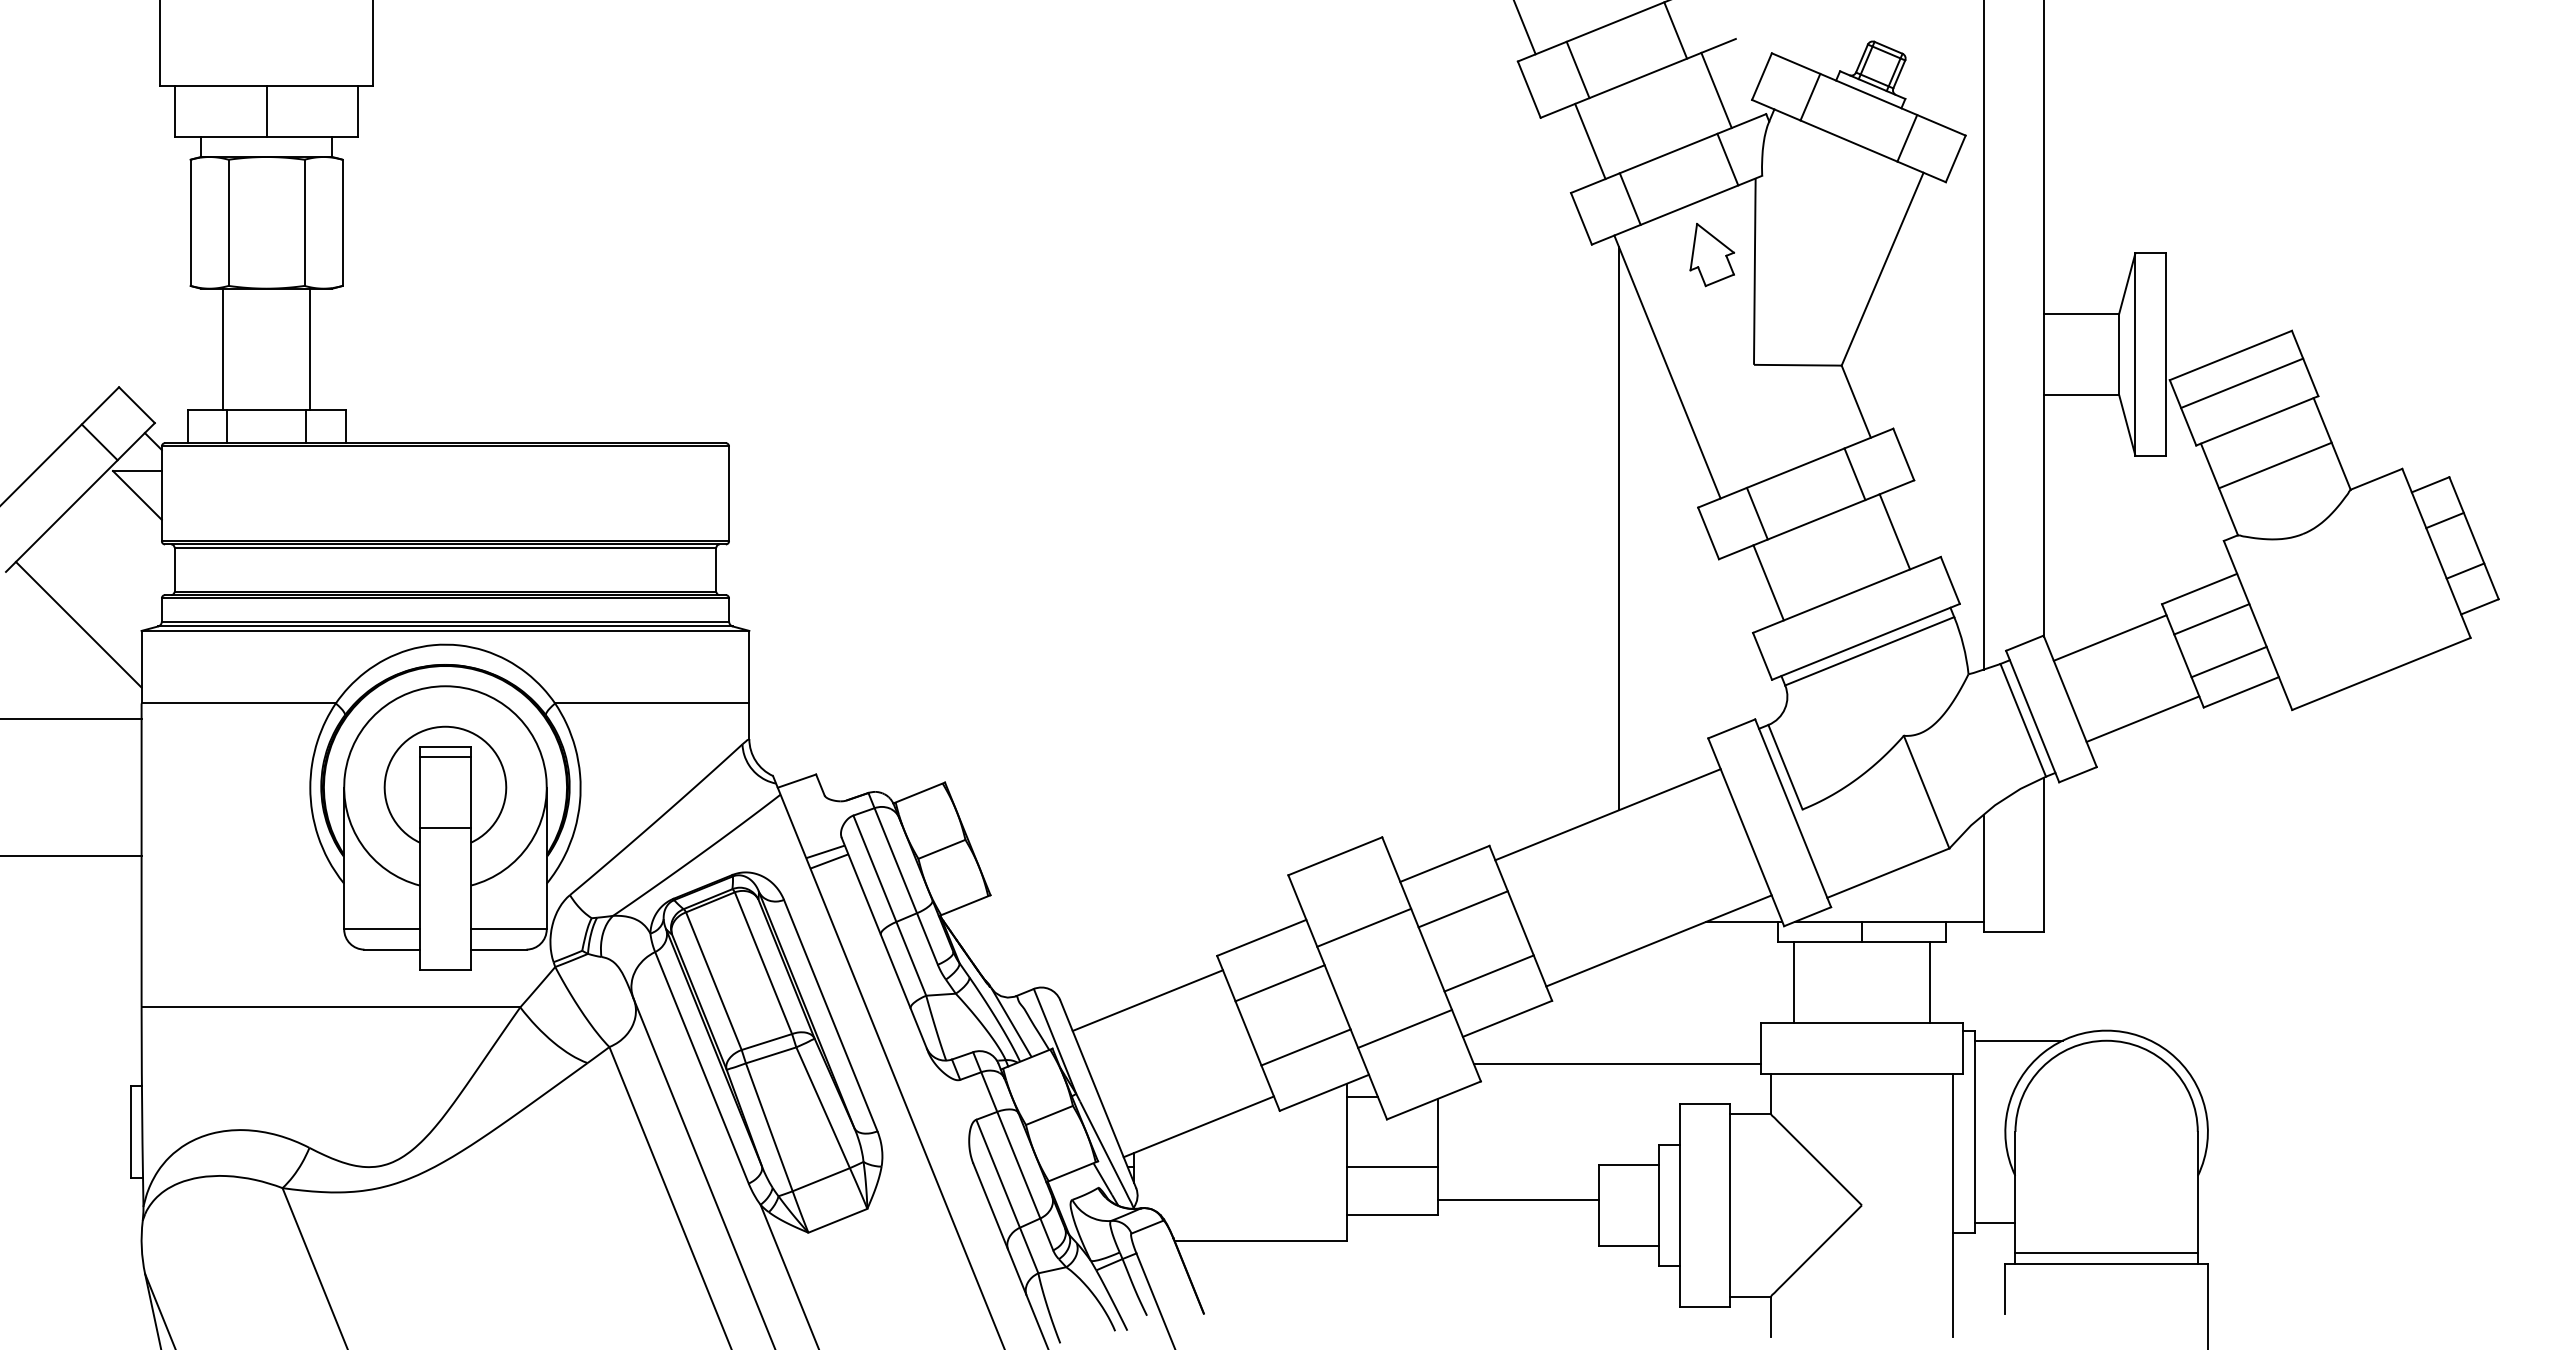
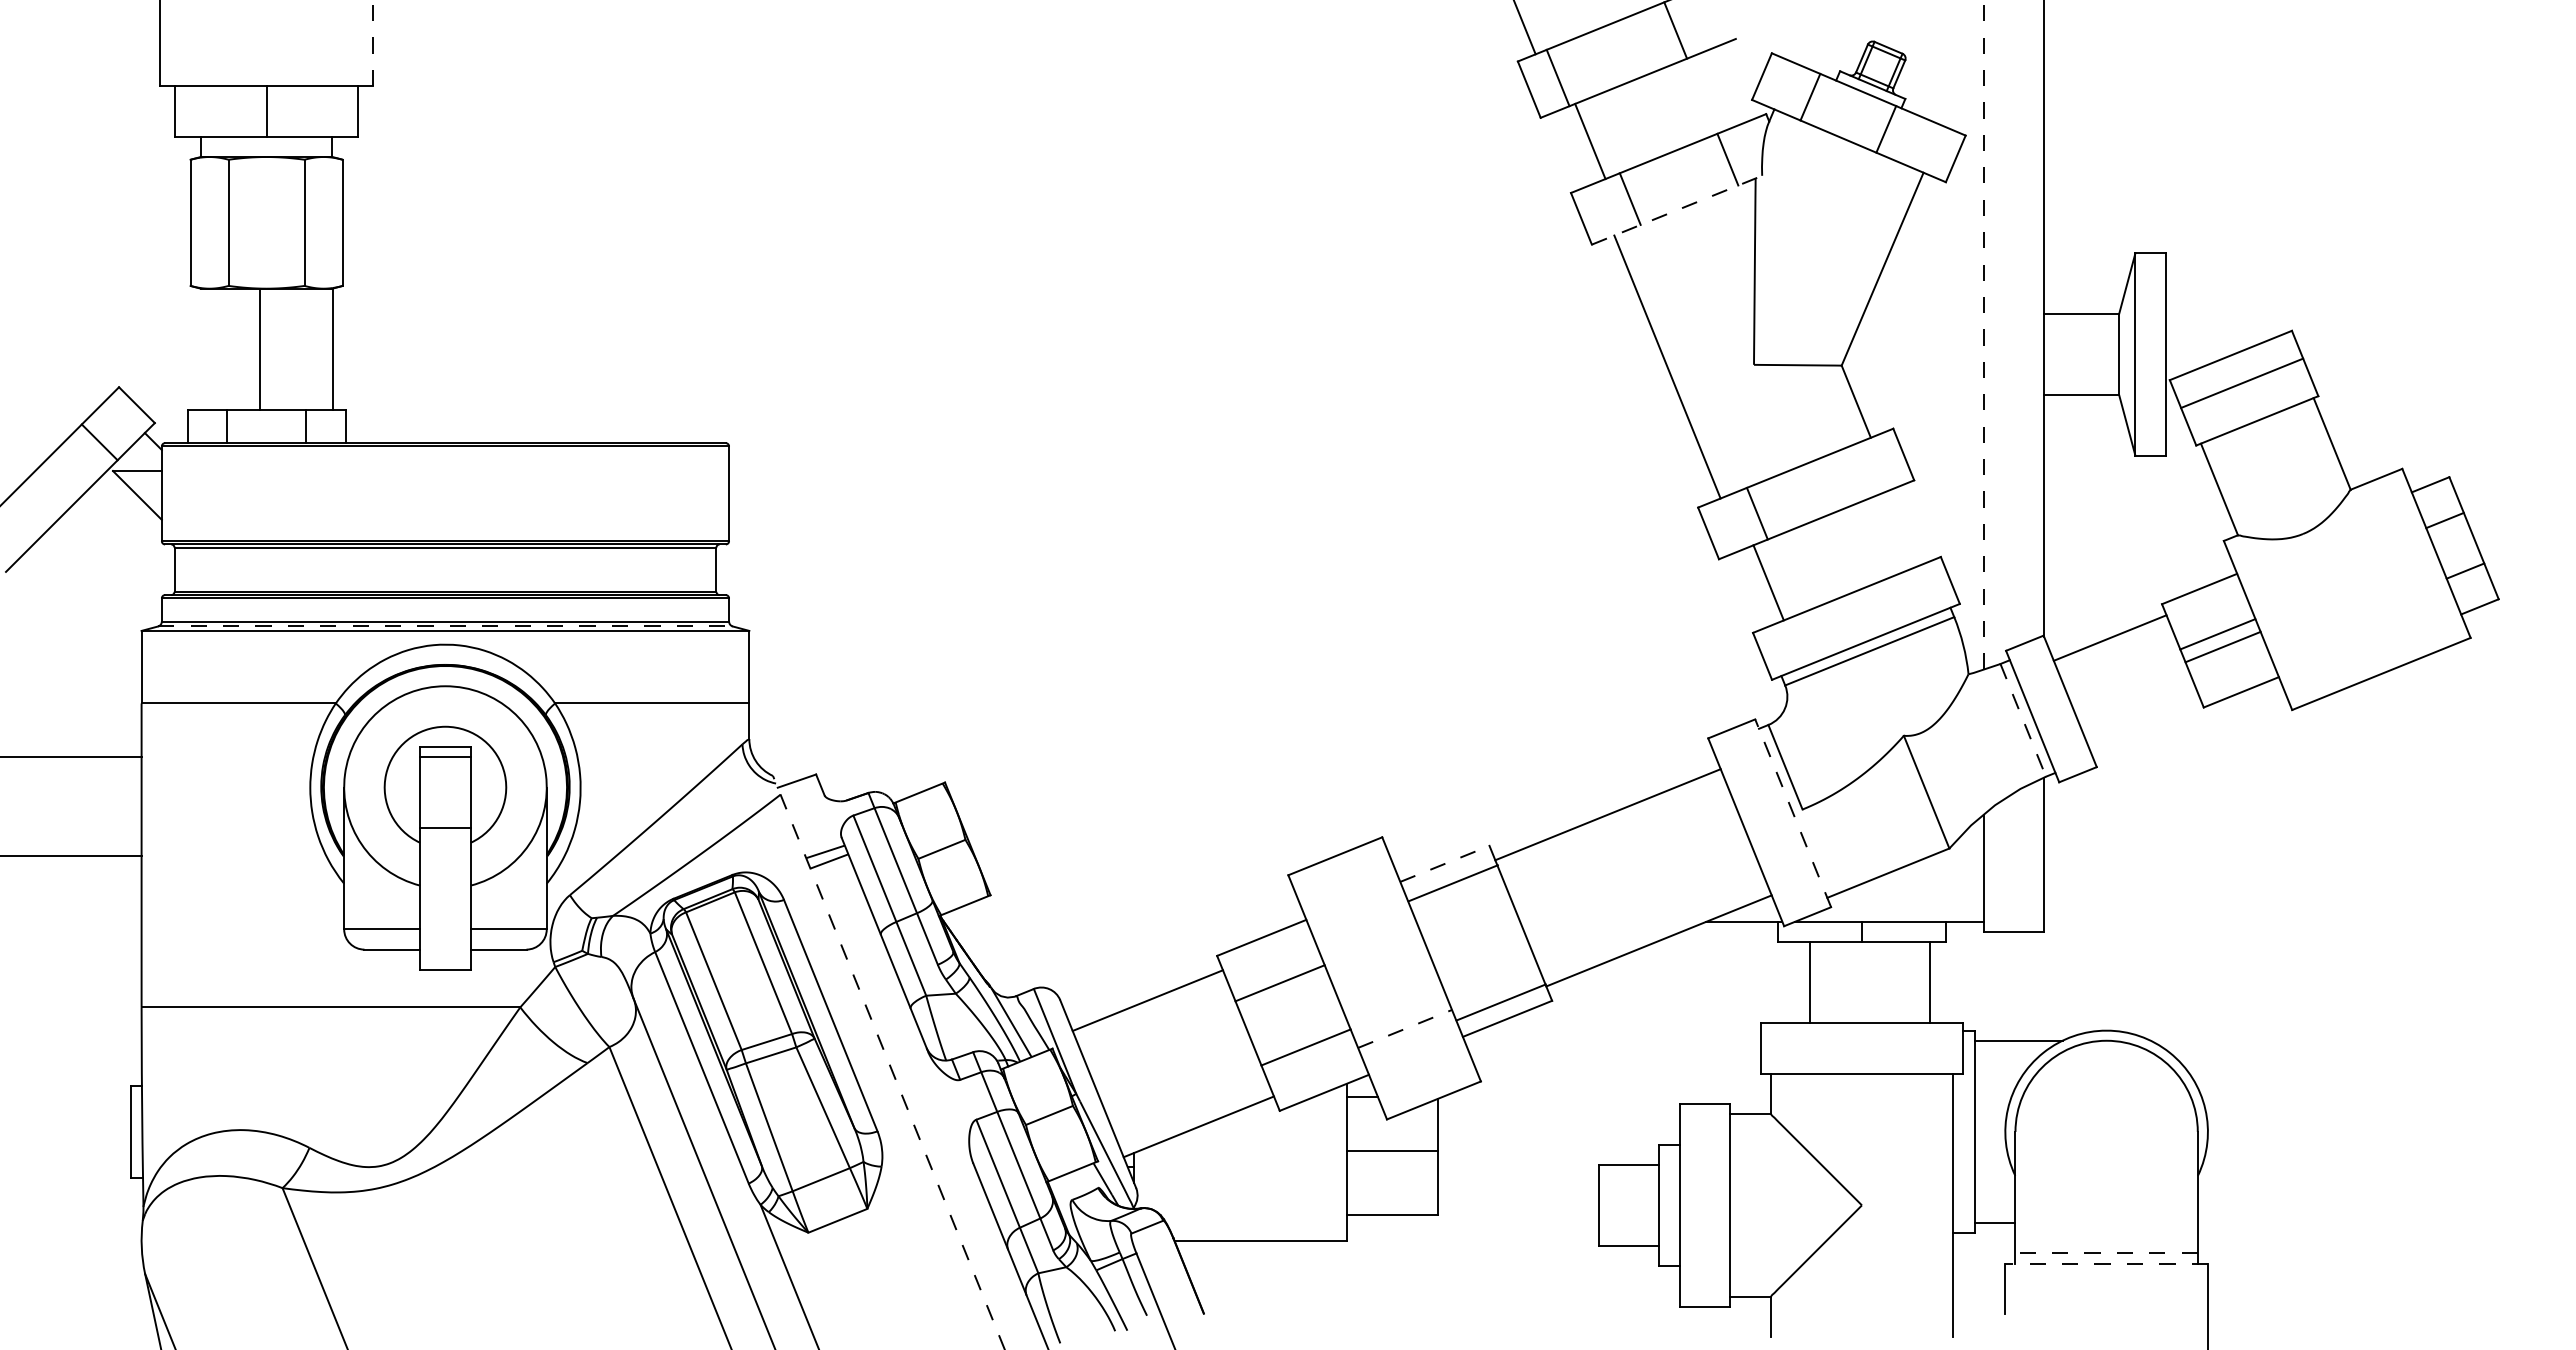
line at (373, 43): solid -> dashed
line at (1577, 69) position: (1577, 69) -> (1557, 77)
line at (1716, 90): present -> none
line at (1907, 138) position: (1907, 138) -> (1886, 129)
line at (1677, 210): solid -> dashed
part at (1711, 255): present -> none
line at (1983, 334): solid -> dashed
line at (222, 349) position: (222, 349) -> (259, 349)
line at (310, 349) position: (310, 349) -> (333, 349)
line at (2275, 465): present -> none
line at (1854, 474): present -> none
line at (1618, 528): present -> none
line at (1894, 531): present -> none
line at (2211, 619) position: (2211, 619) -> (2217, 634)
line at (78, 624): present -> none
line at (445, 626): solid -> dashed
line at (2228, 661) position: (2228, 661) -> (2222, 646)
line at (2142, 718): present -> none
line at (71, 719) position: (71, 719) -> (71, 757)
line at (2023, 720): solid -> dashed
line at (1792, 812): solid -> dashed
line at (1445, 863): solid -> dashed
line at (1462, 909) position: (1462, 909) -> (1452, 883)
line at (1364, 927): present -> none
line at (1488, 973) position: (1488, 973) -> (1500, 1002)
line at (1793, 982) position: (1793, 982) -> (1809, 982)
line at (1405, 1028): solid -> dashed
line at (888, 1062): solid -> dashed
line at (1616, 1063): present -> none
line at (1392, 1166) position: (1392, 1166) -> (1392, 1150)
line at (1518, 1200): present -> none
line at (2106, 1253): solid -> dashed
line at (2106, 1263): solid -> dashed
